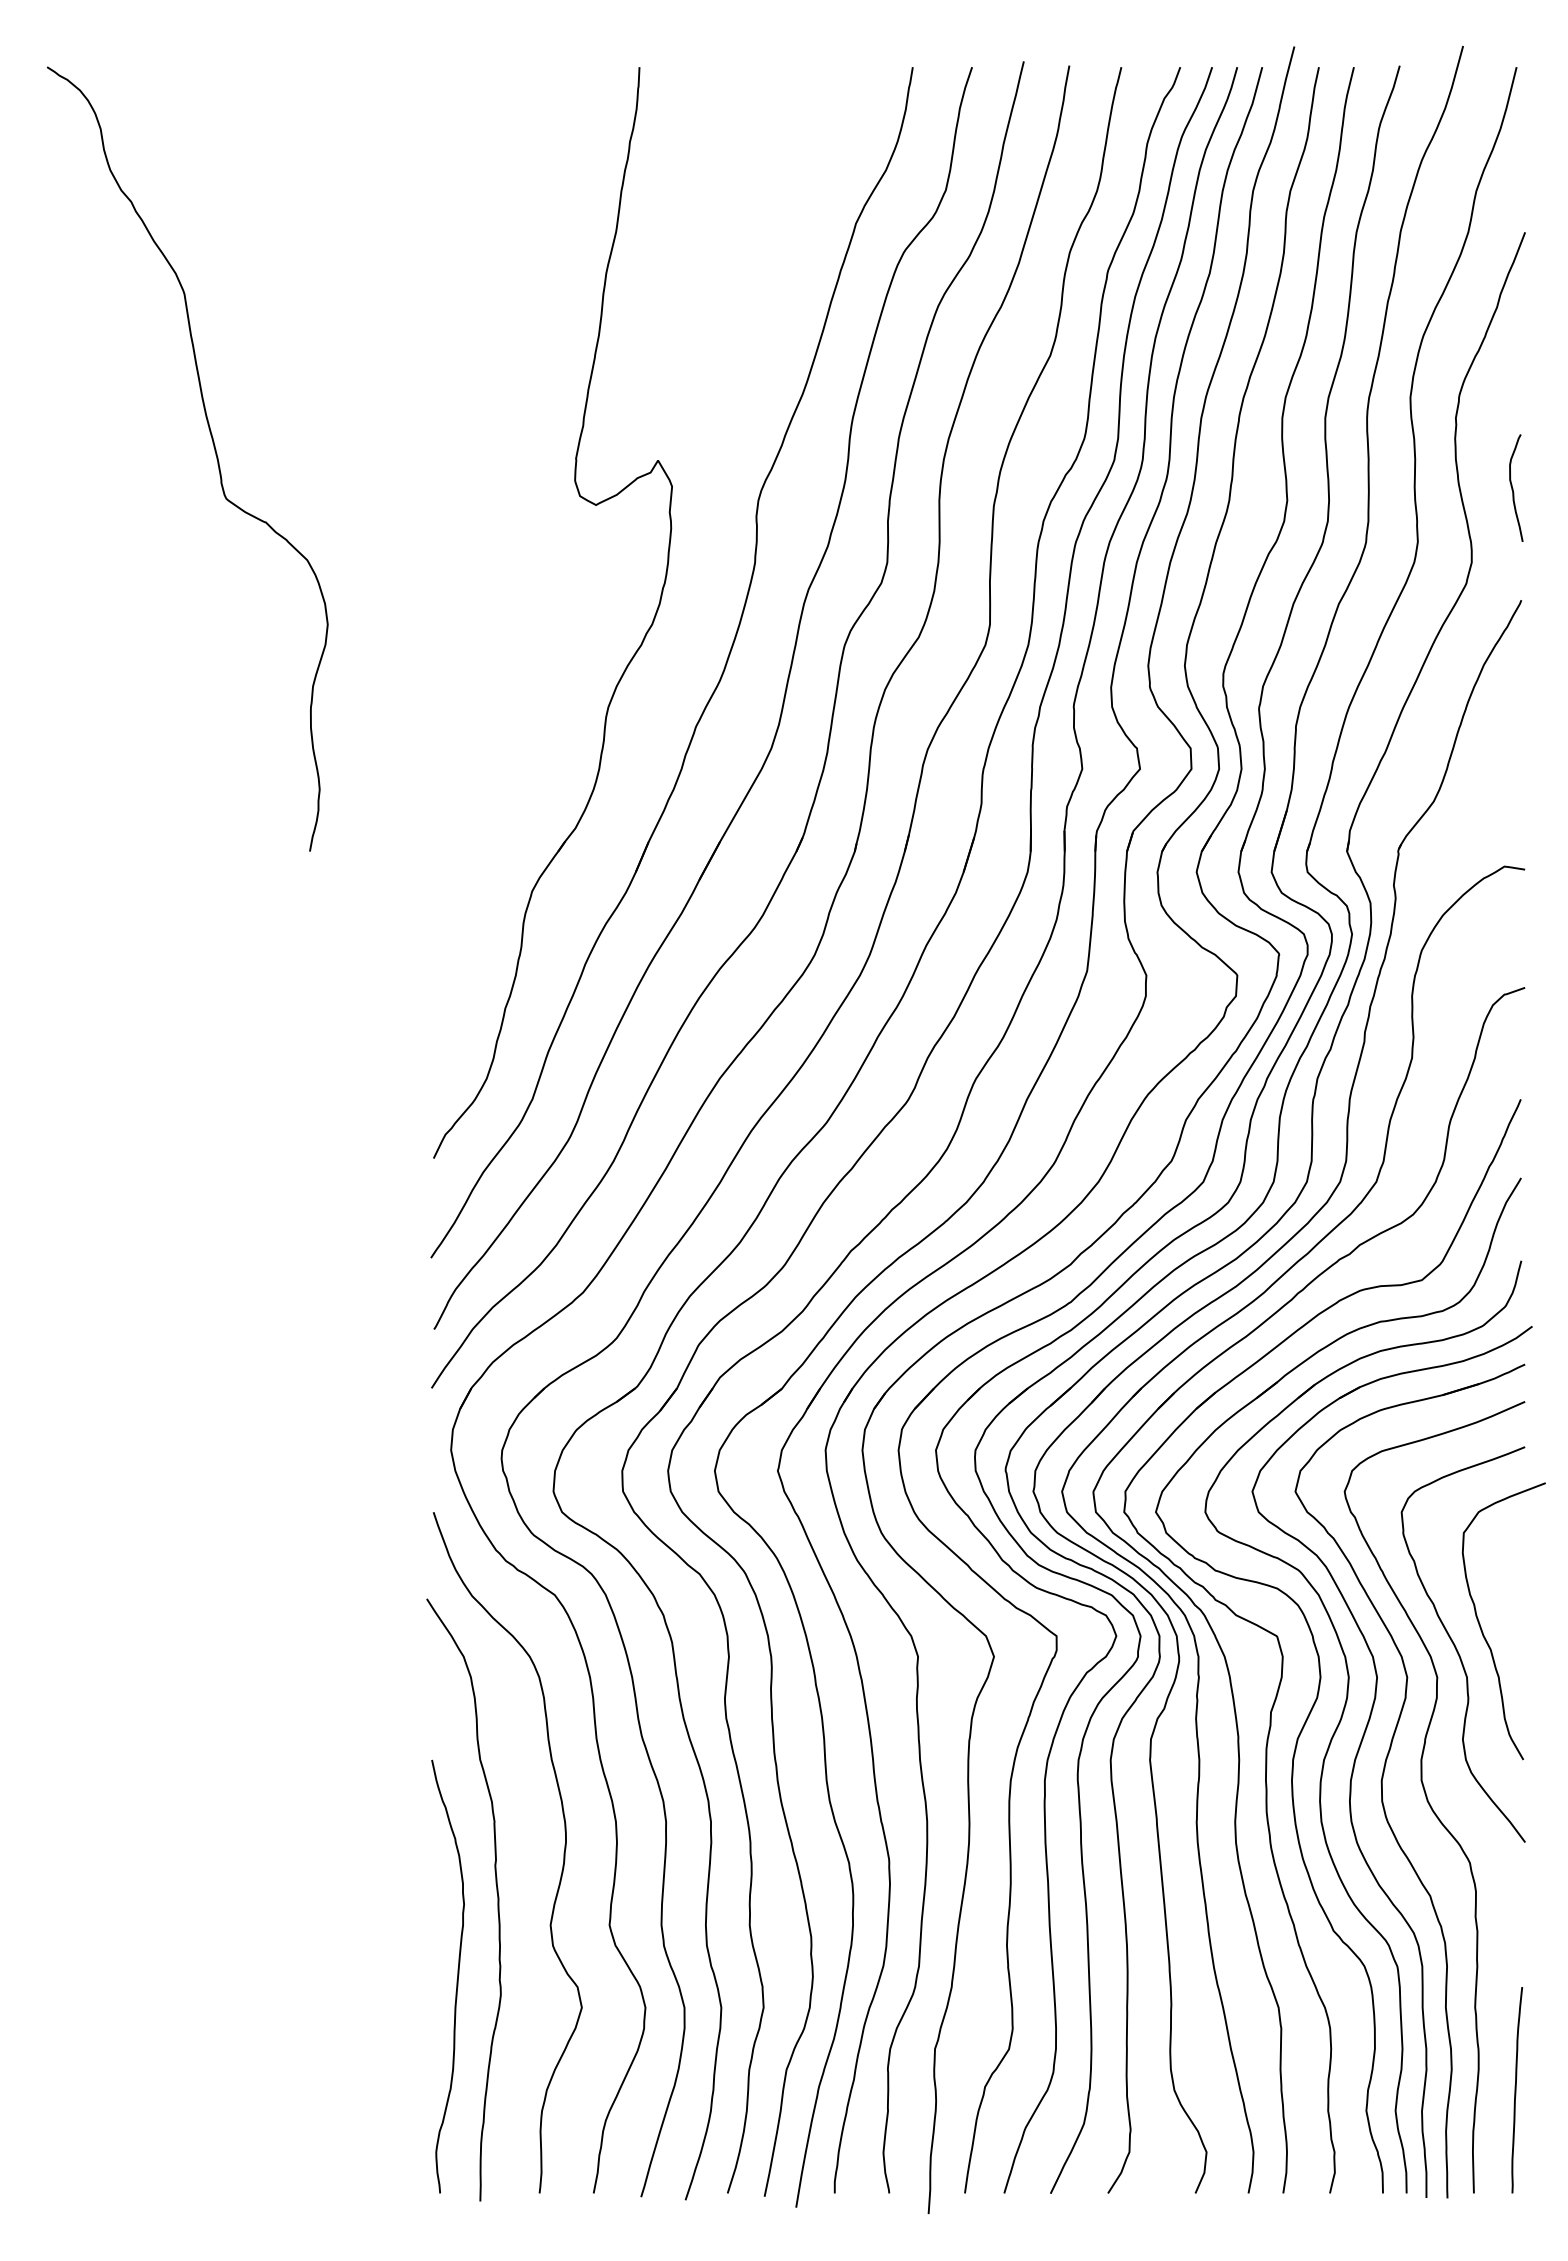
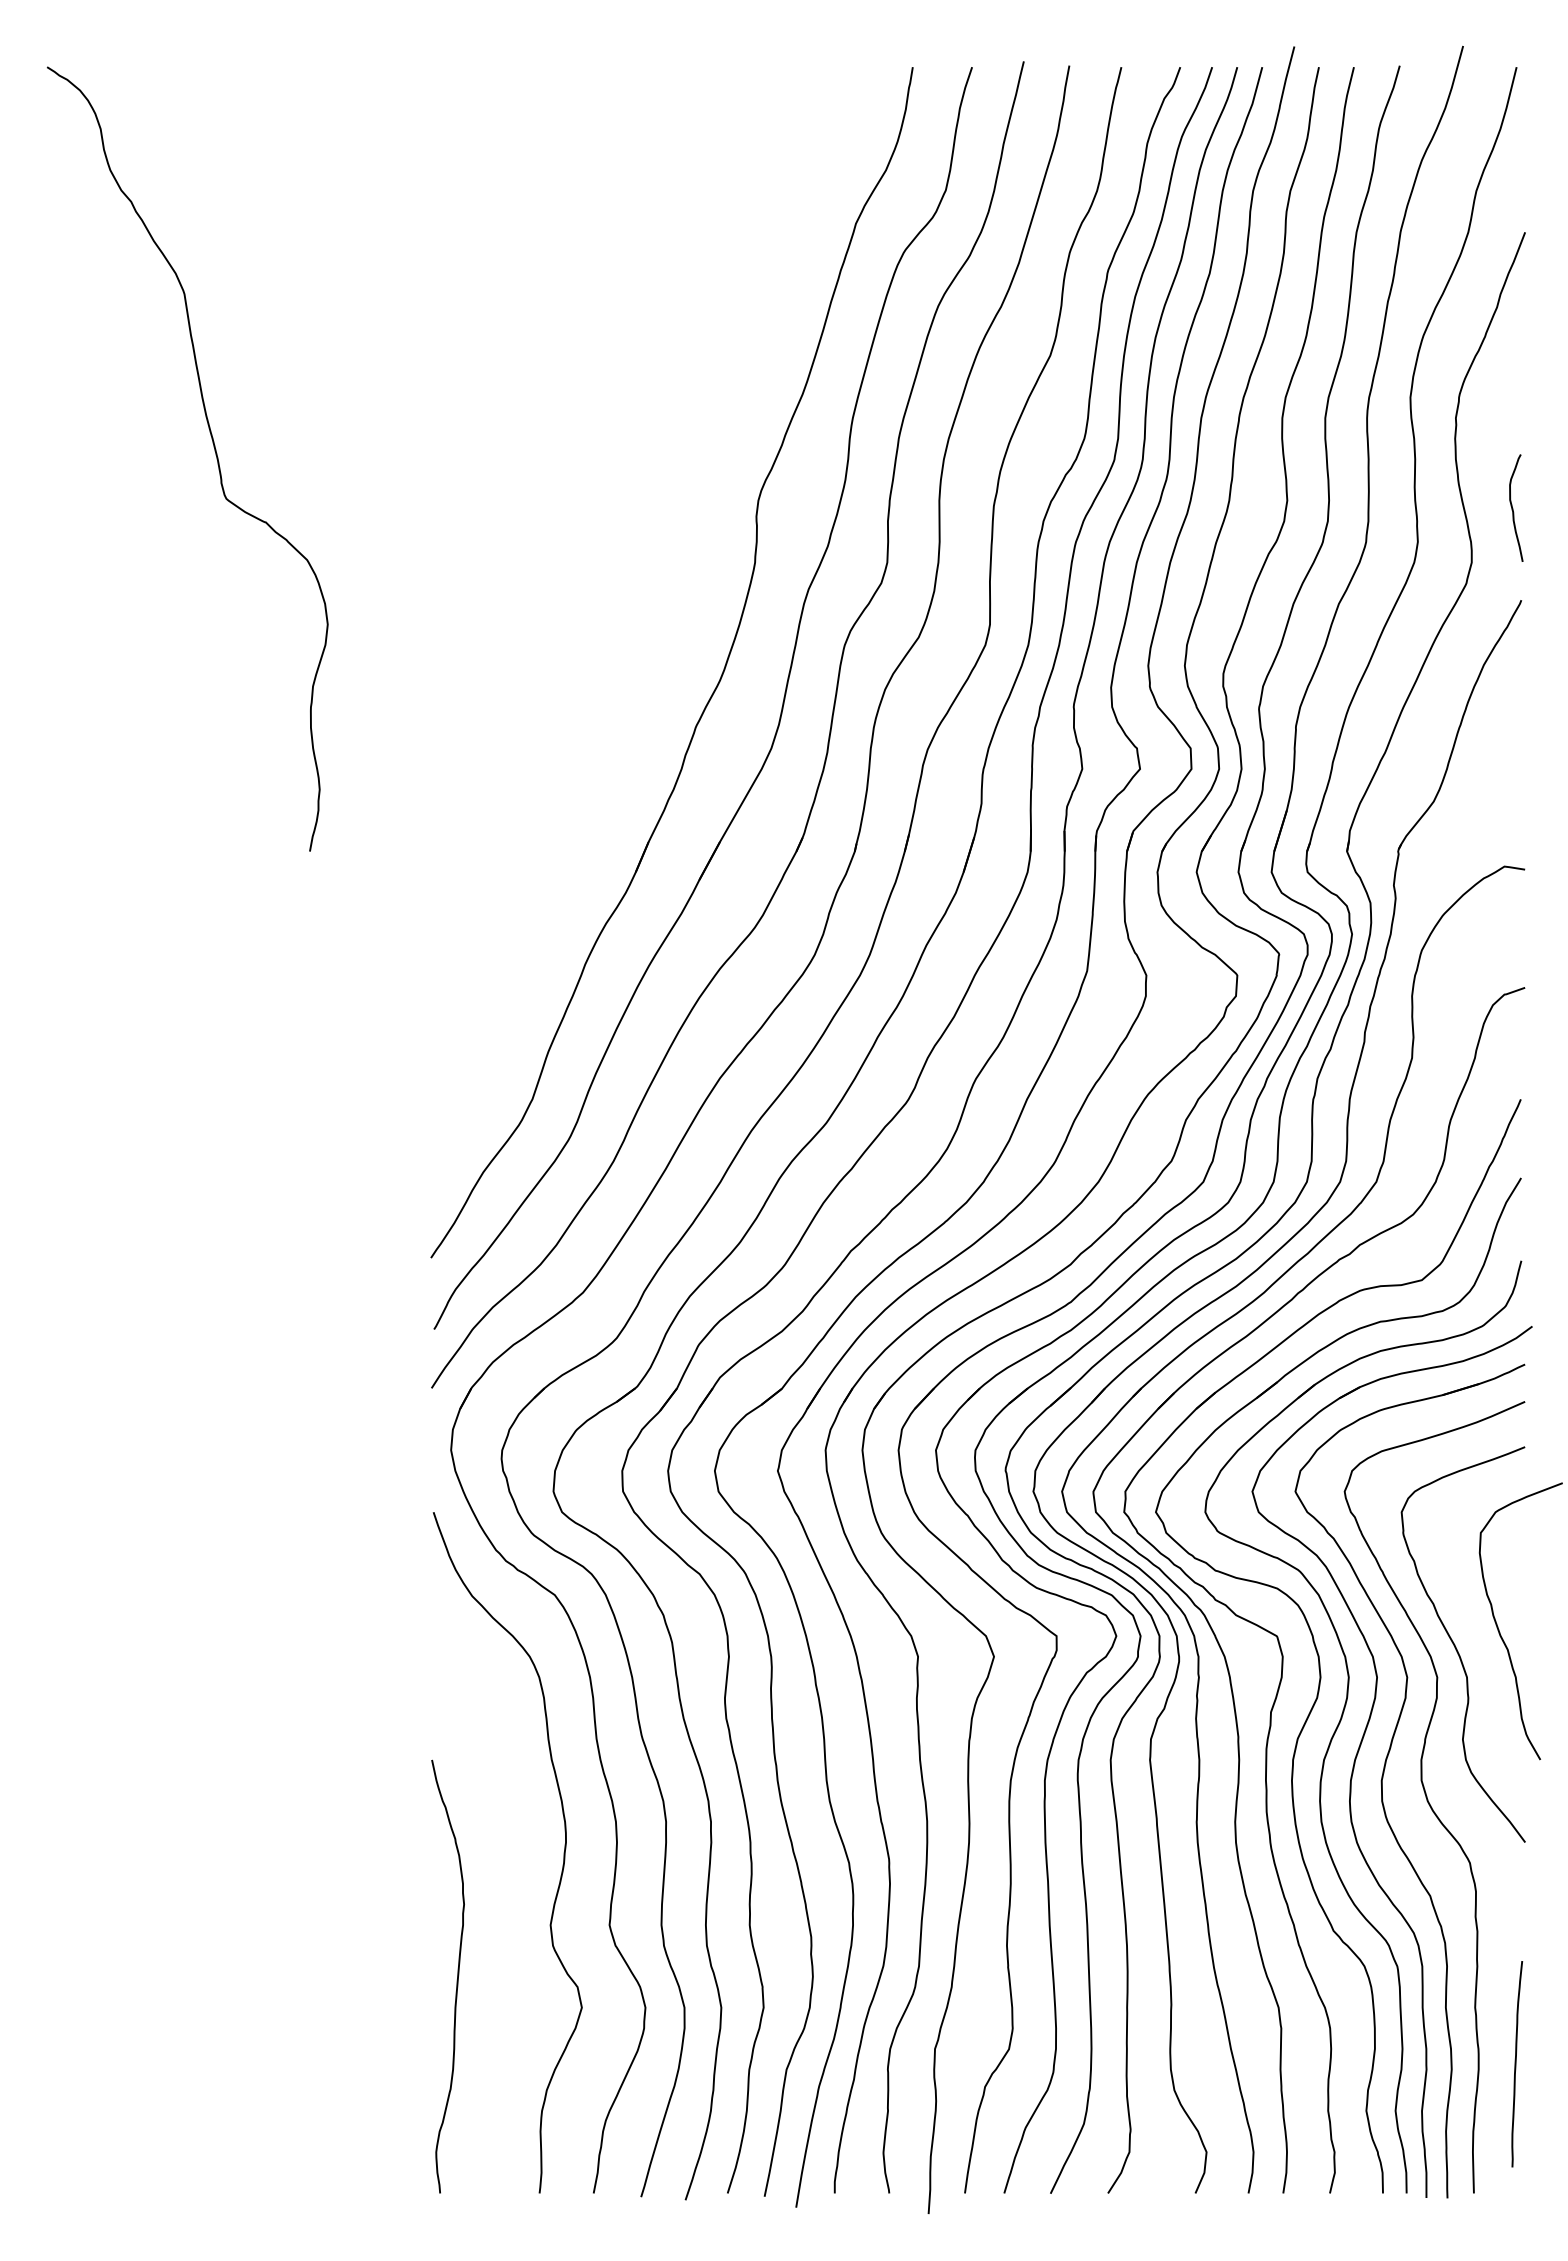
curve at (1513, 488) position: (1513, 488) -> (1513, 508)
part at (631, 657): present -> none
curve at (1482, 1629) position: (1482, 1629) -> (1499, 1629)
curve at (496, 1892): present -> none
curve at (1516, 2090) position: (1516, 2090) -> (1516, 2064)
